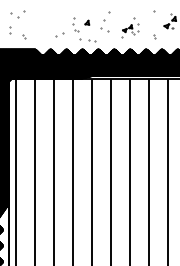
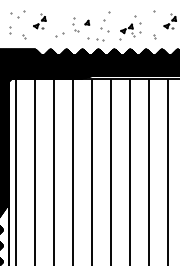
part at (39, 21): none -> present
part at (130, 27) size: 19x22 px -> 23x26 px
part at (87, 40) position: (87, 40) -> (95, 39)
